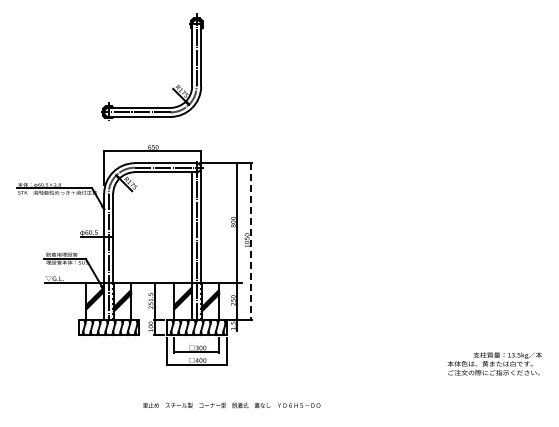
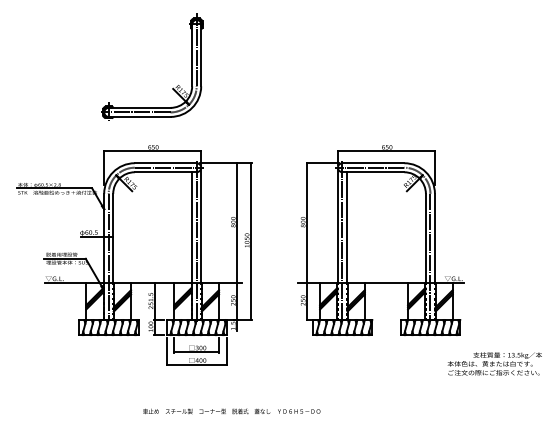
part at (380, 240): none -> present
line at (251, 242): dashed -> solid
text at (231, 405) position: (231, 405) -> (231, 411)
